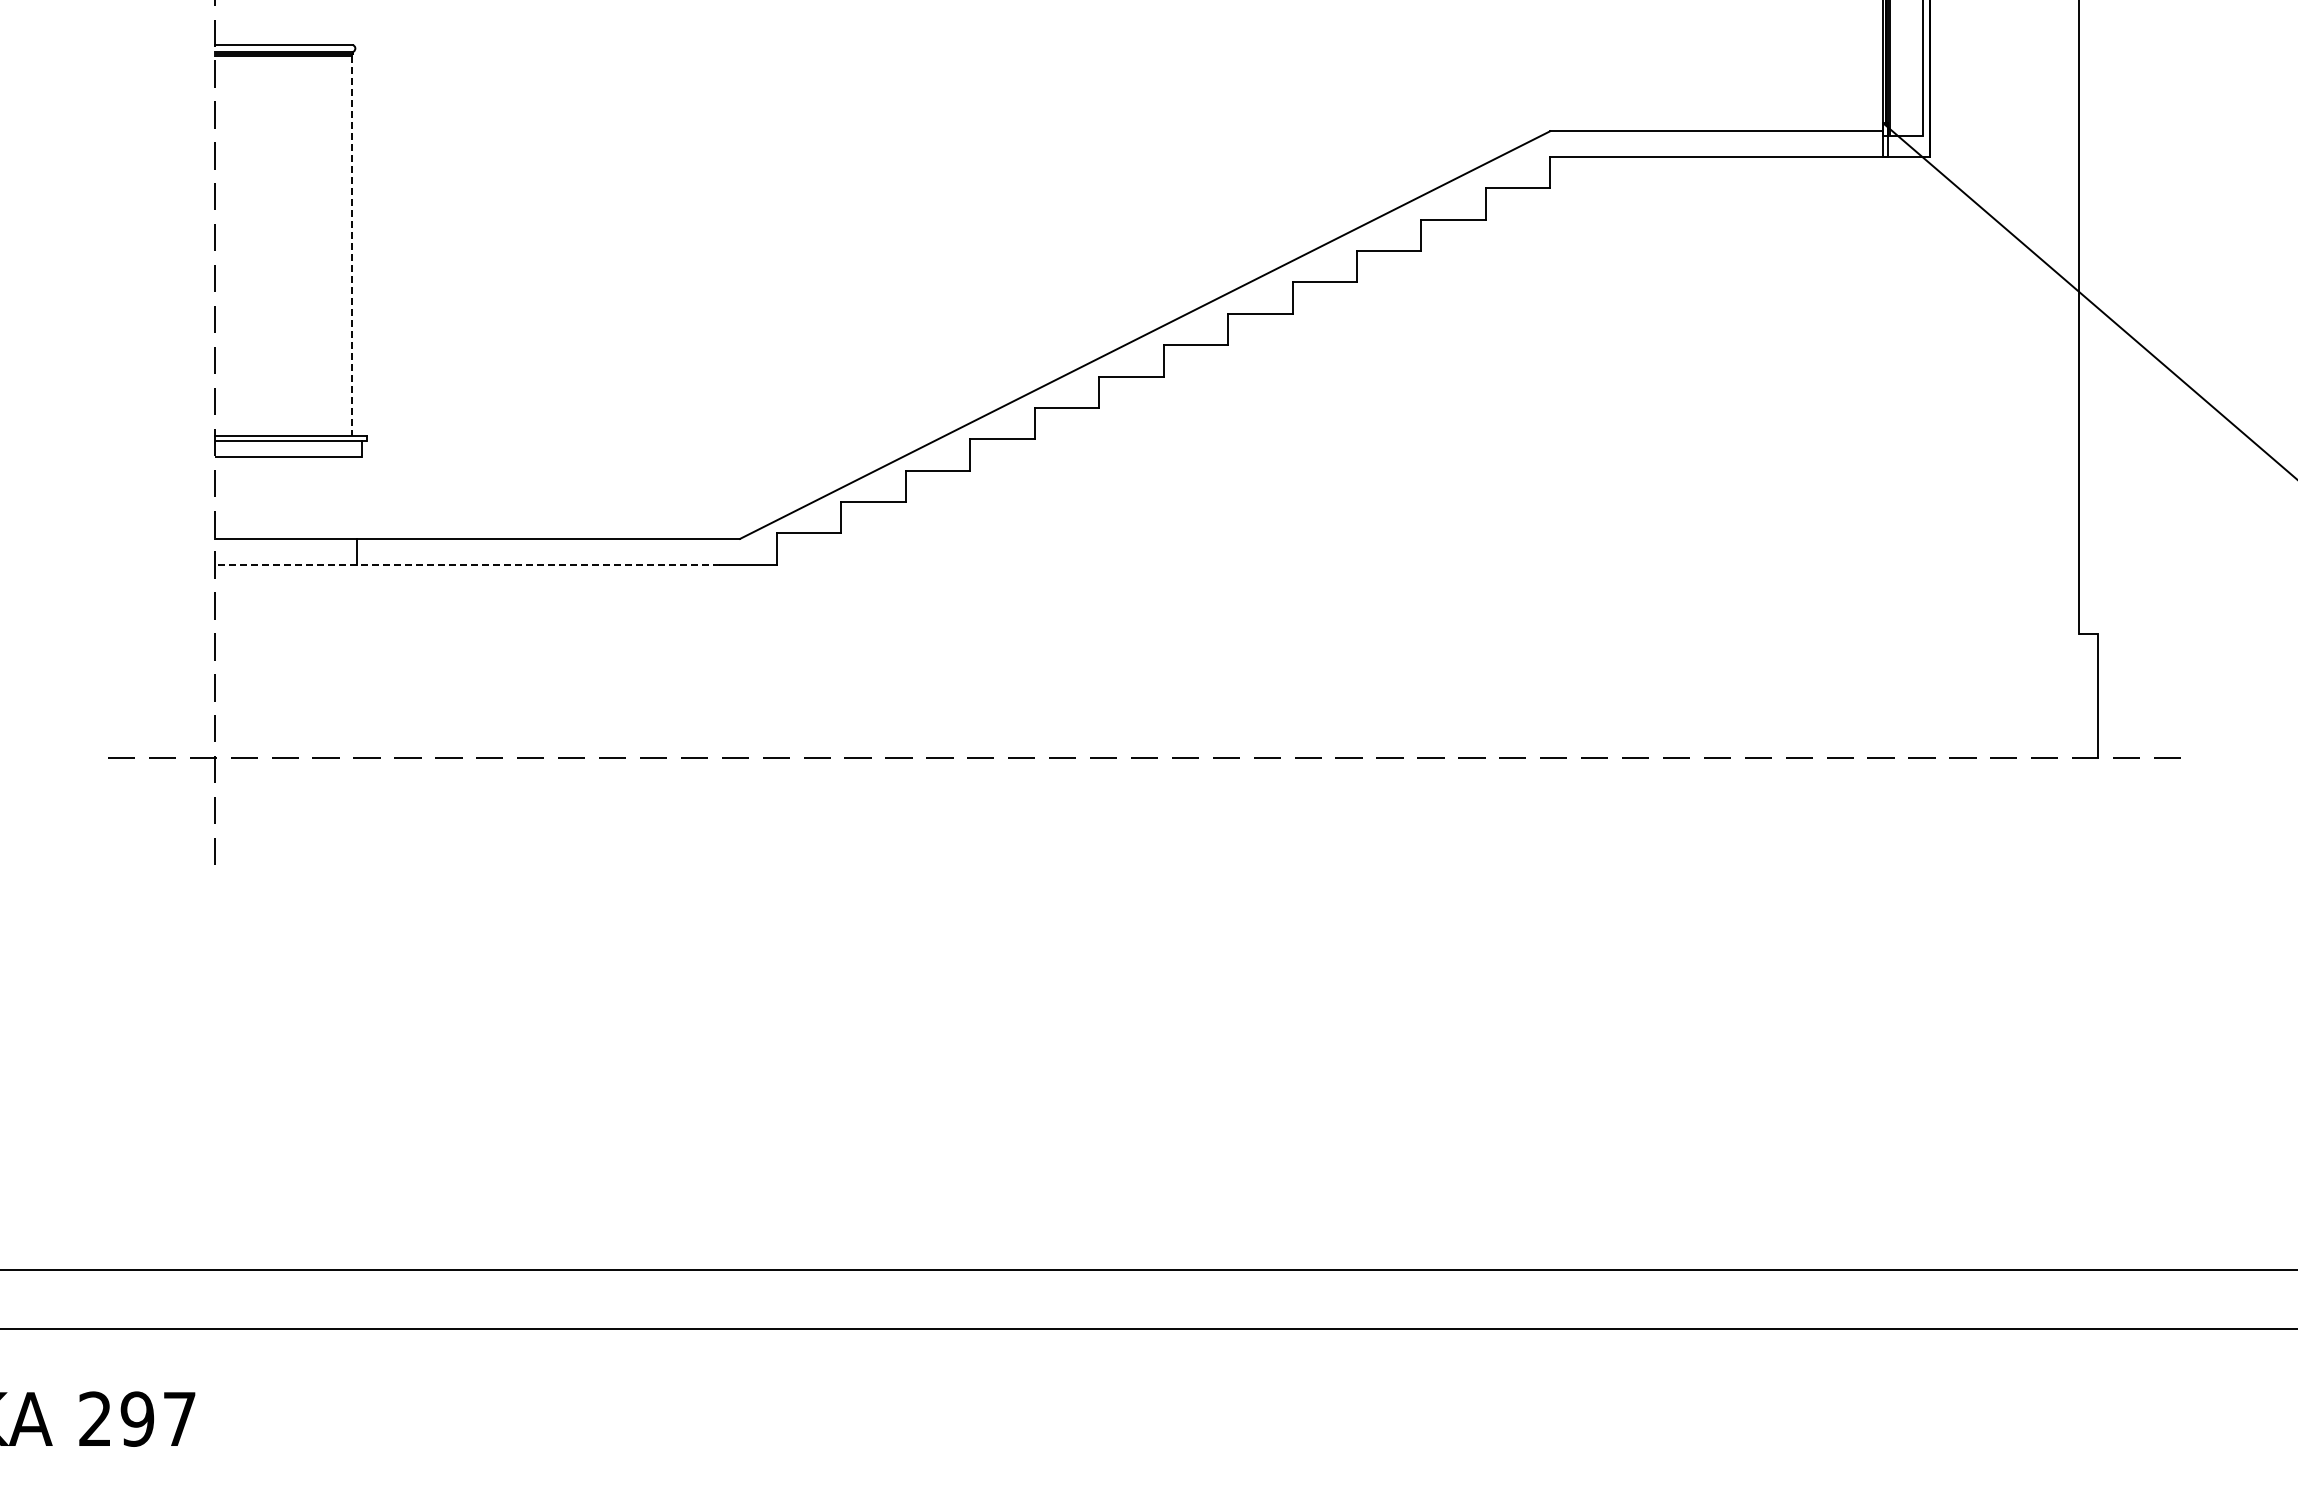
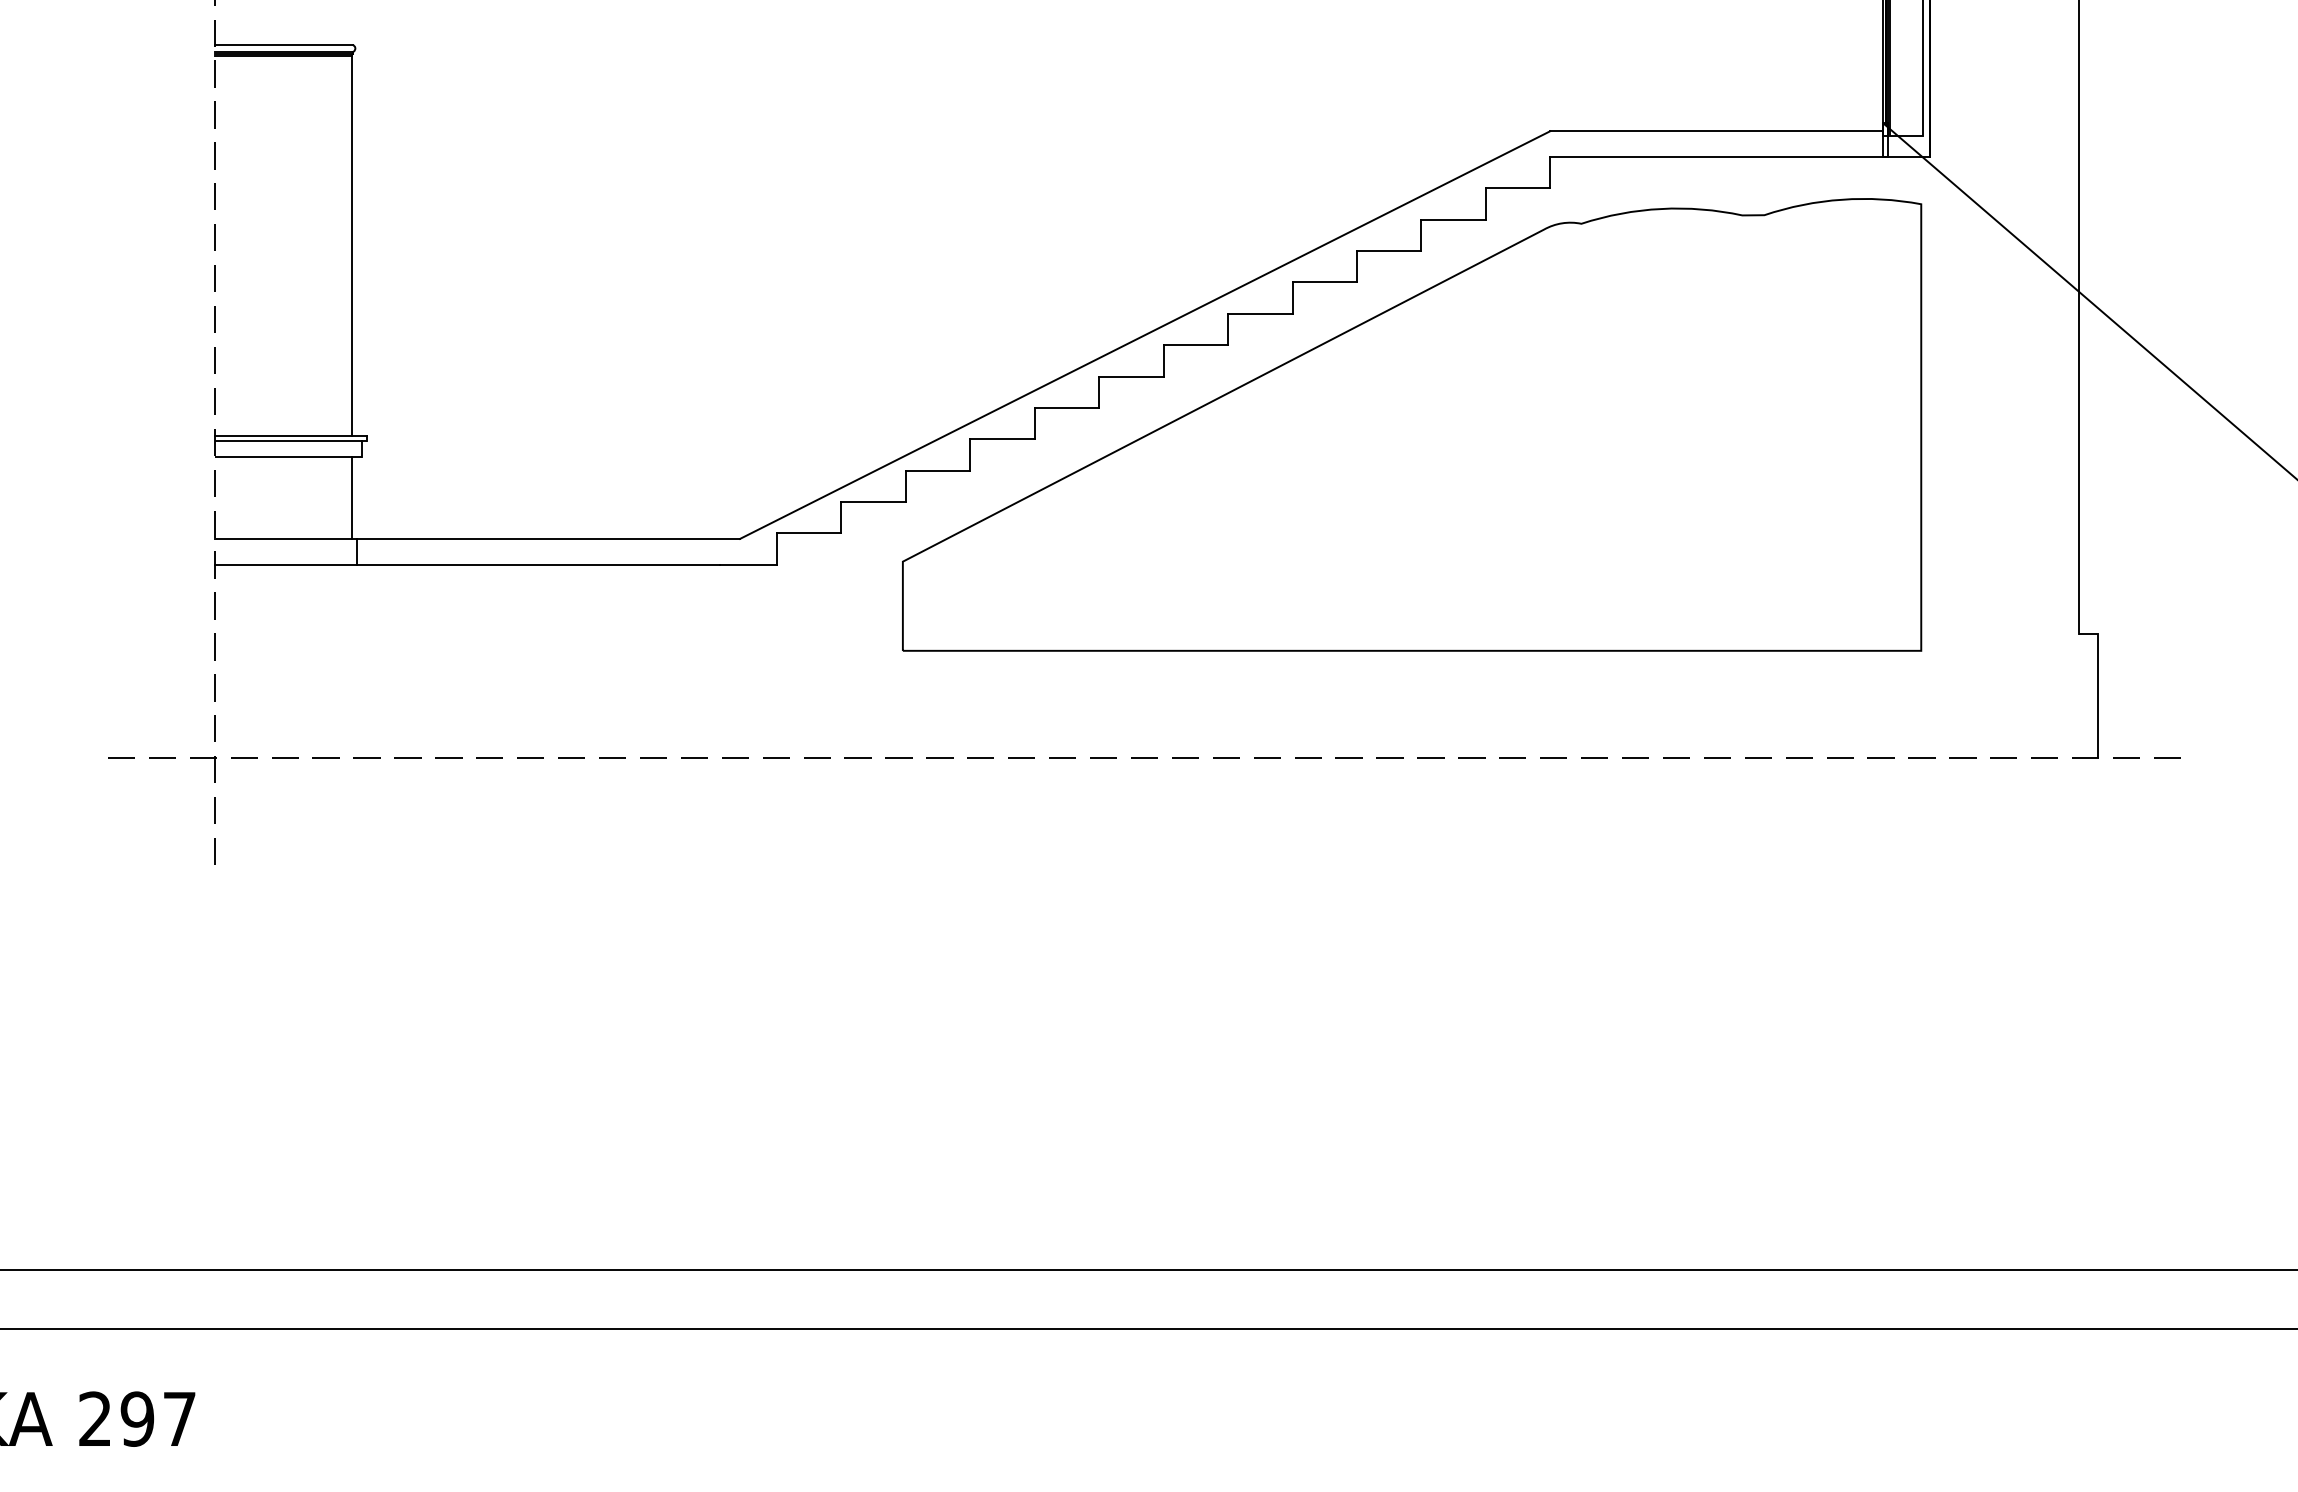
line at (351, 246): dashed -> solid
part at (1412, 424): none -> present
line at (351, 497): none -> present
line at (467, 564): dashed -> solid
